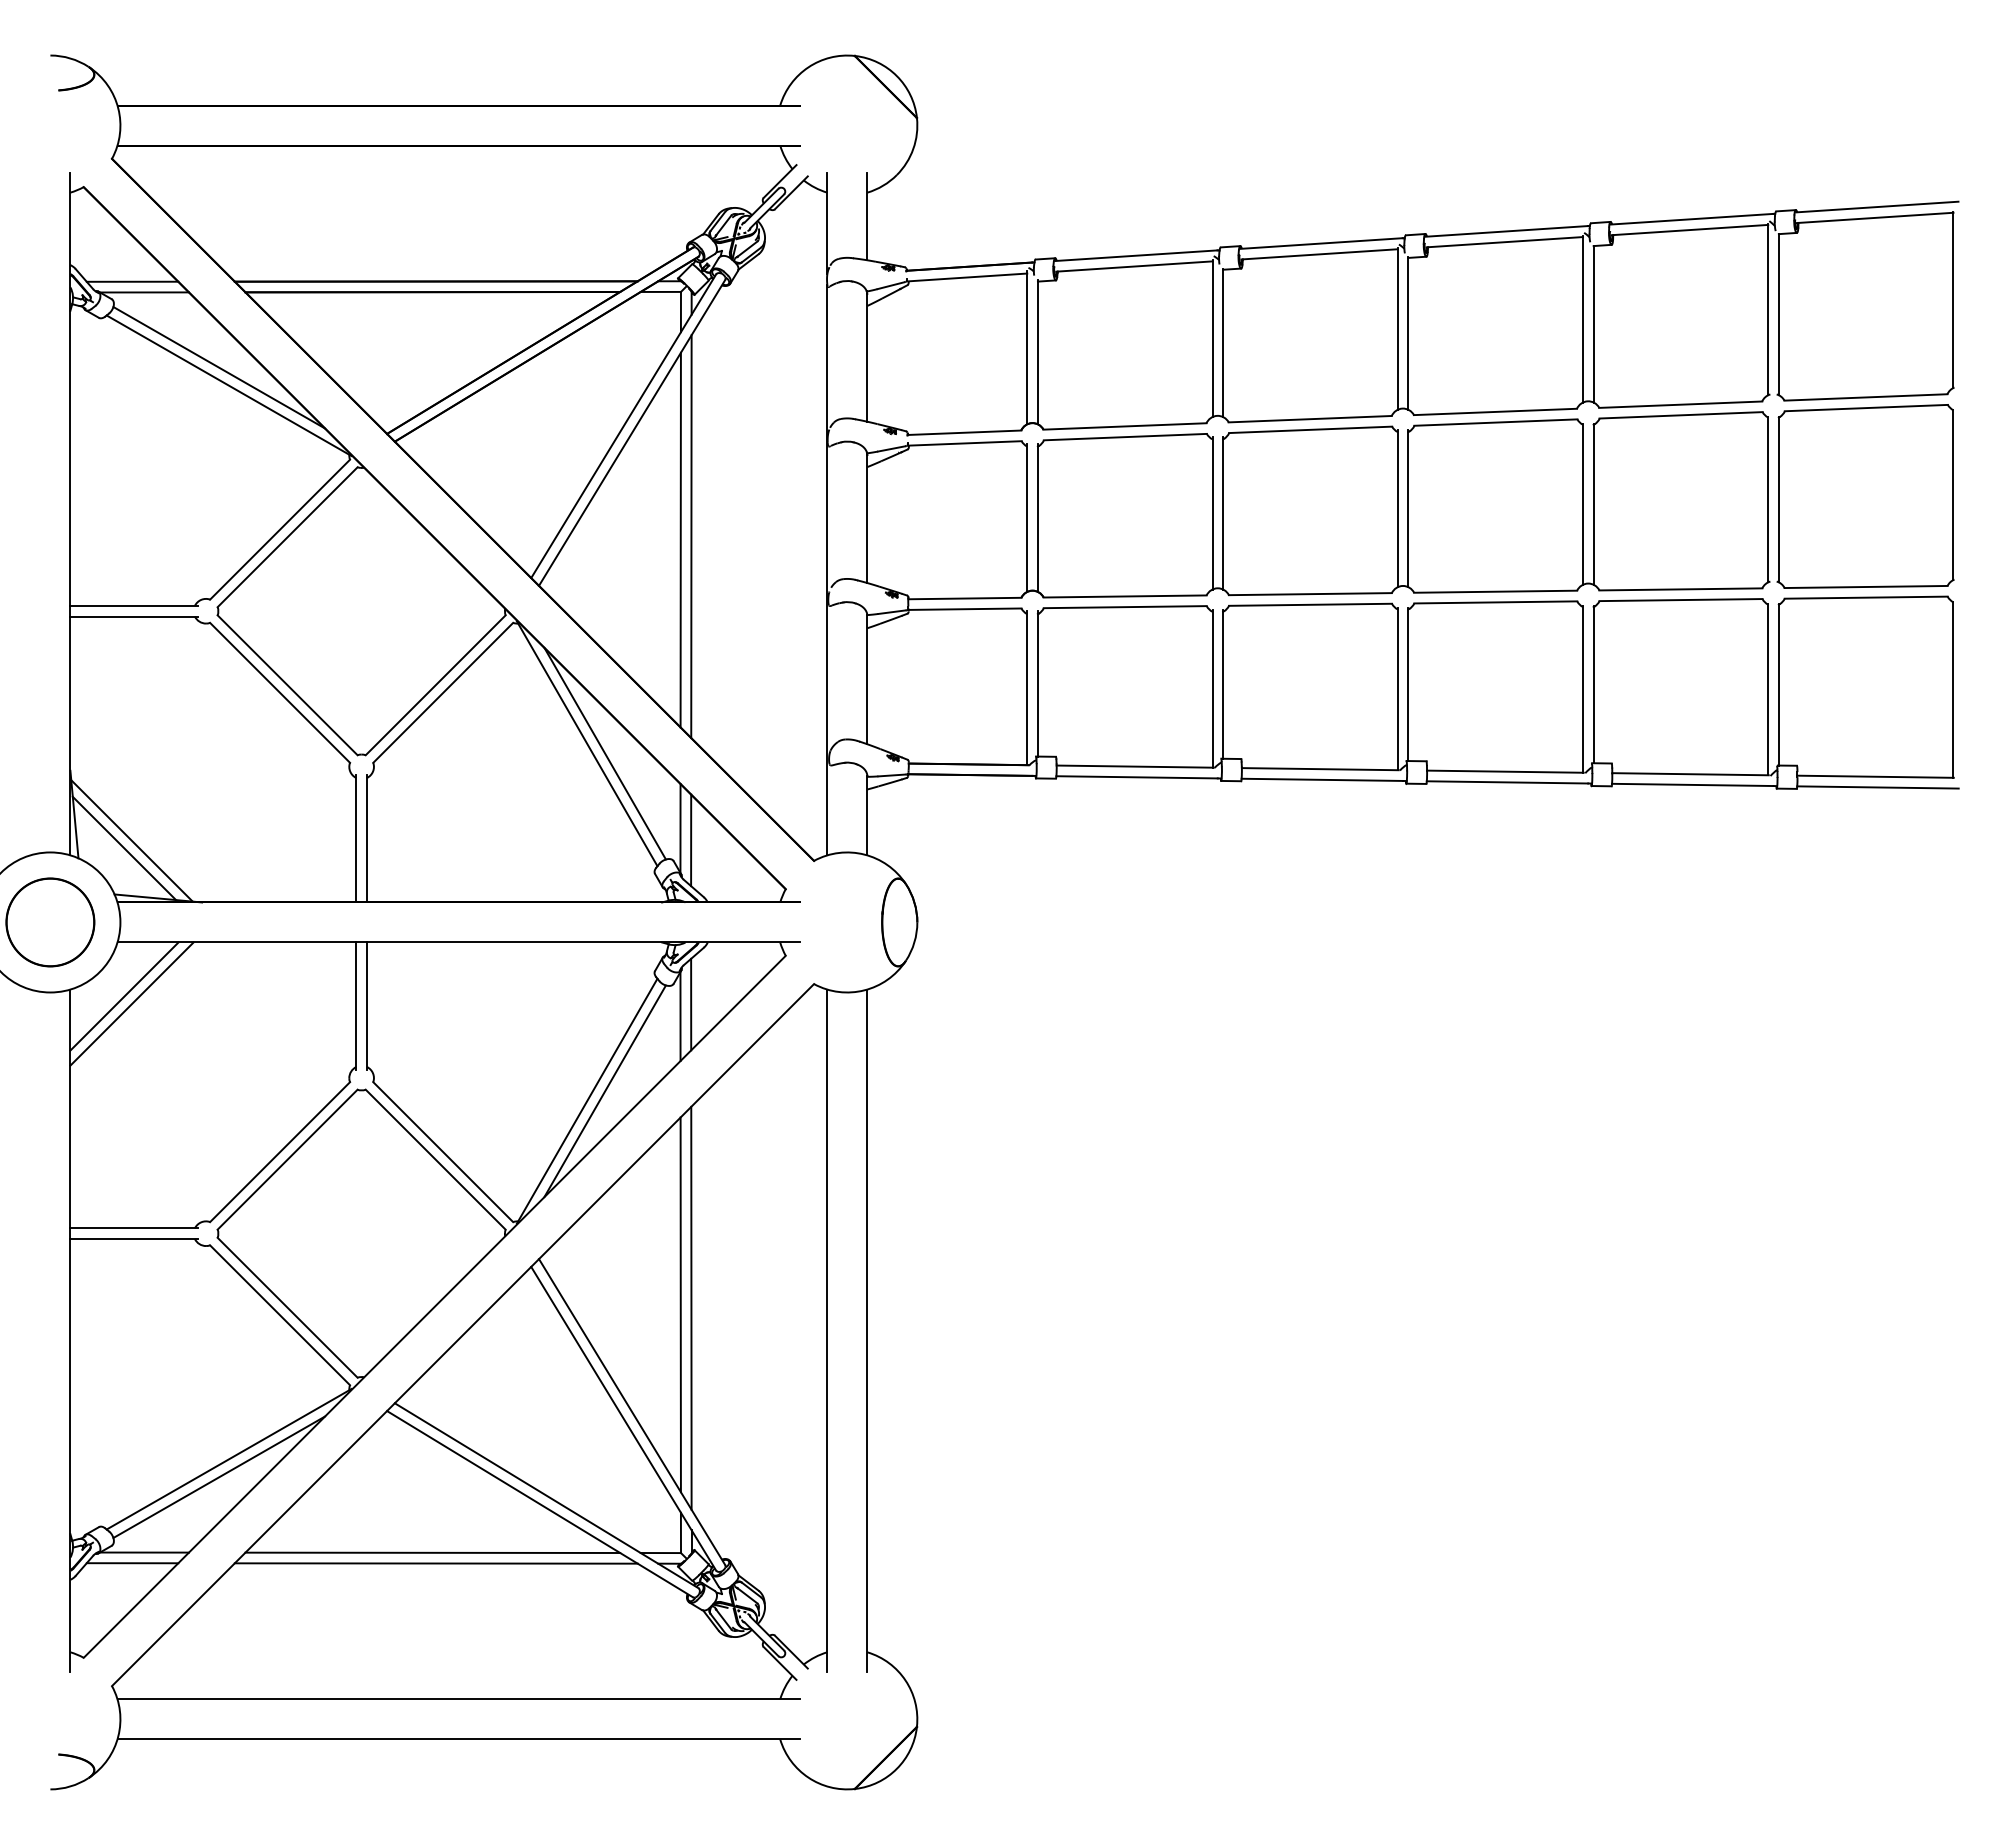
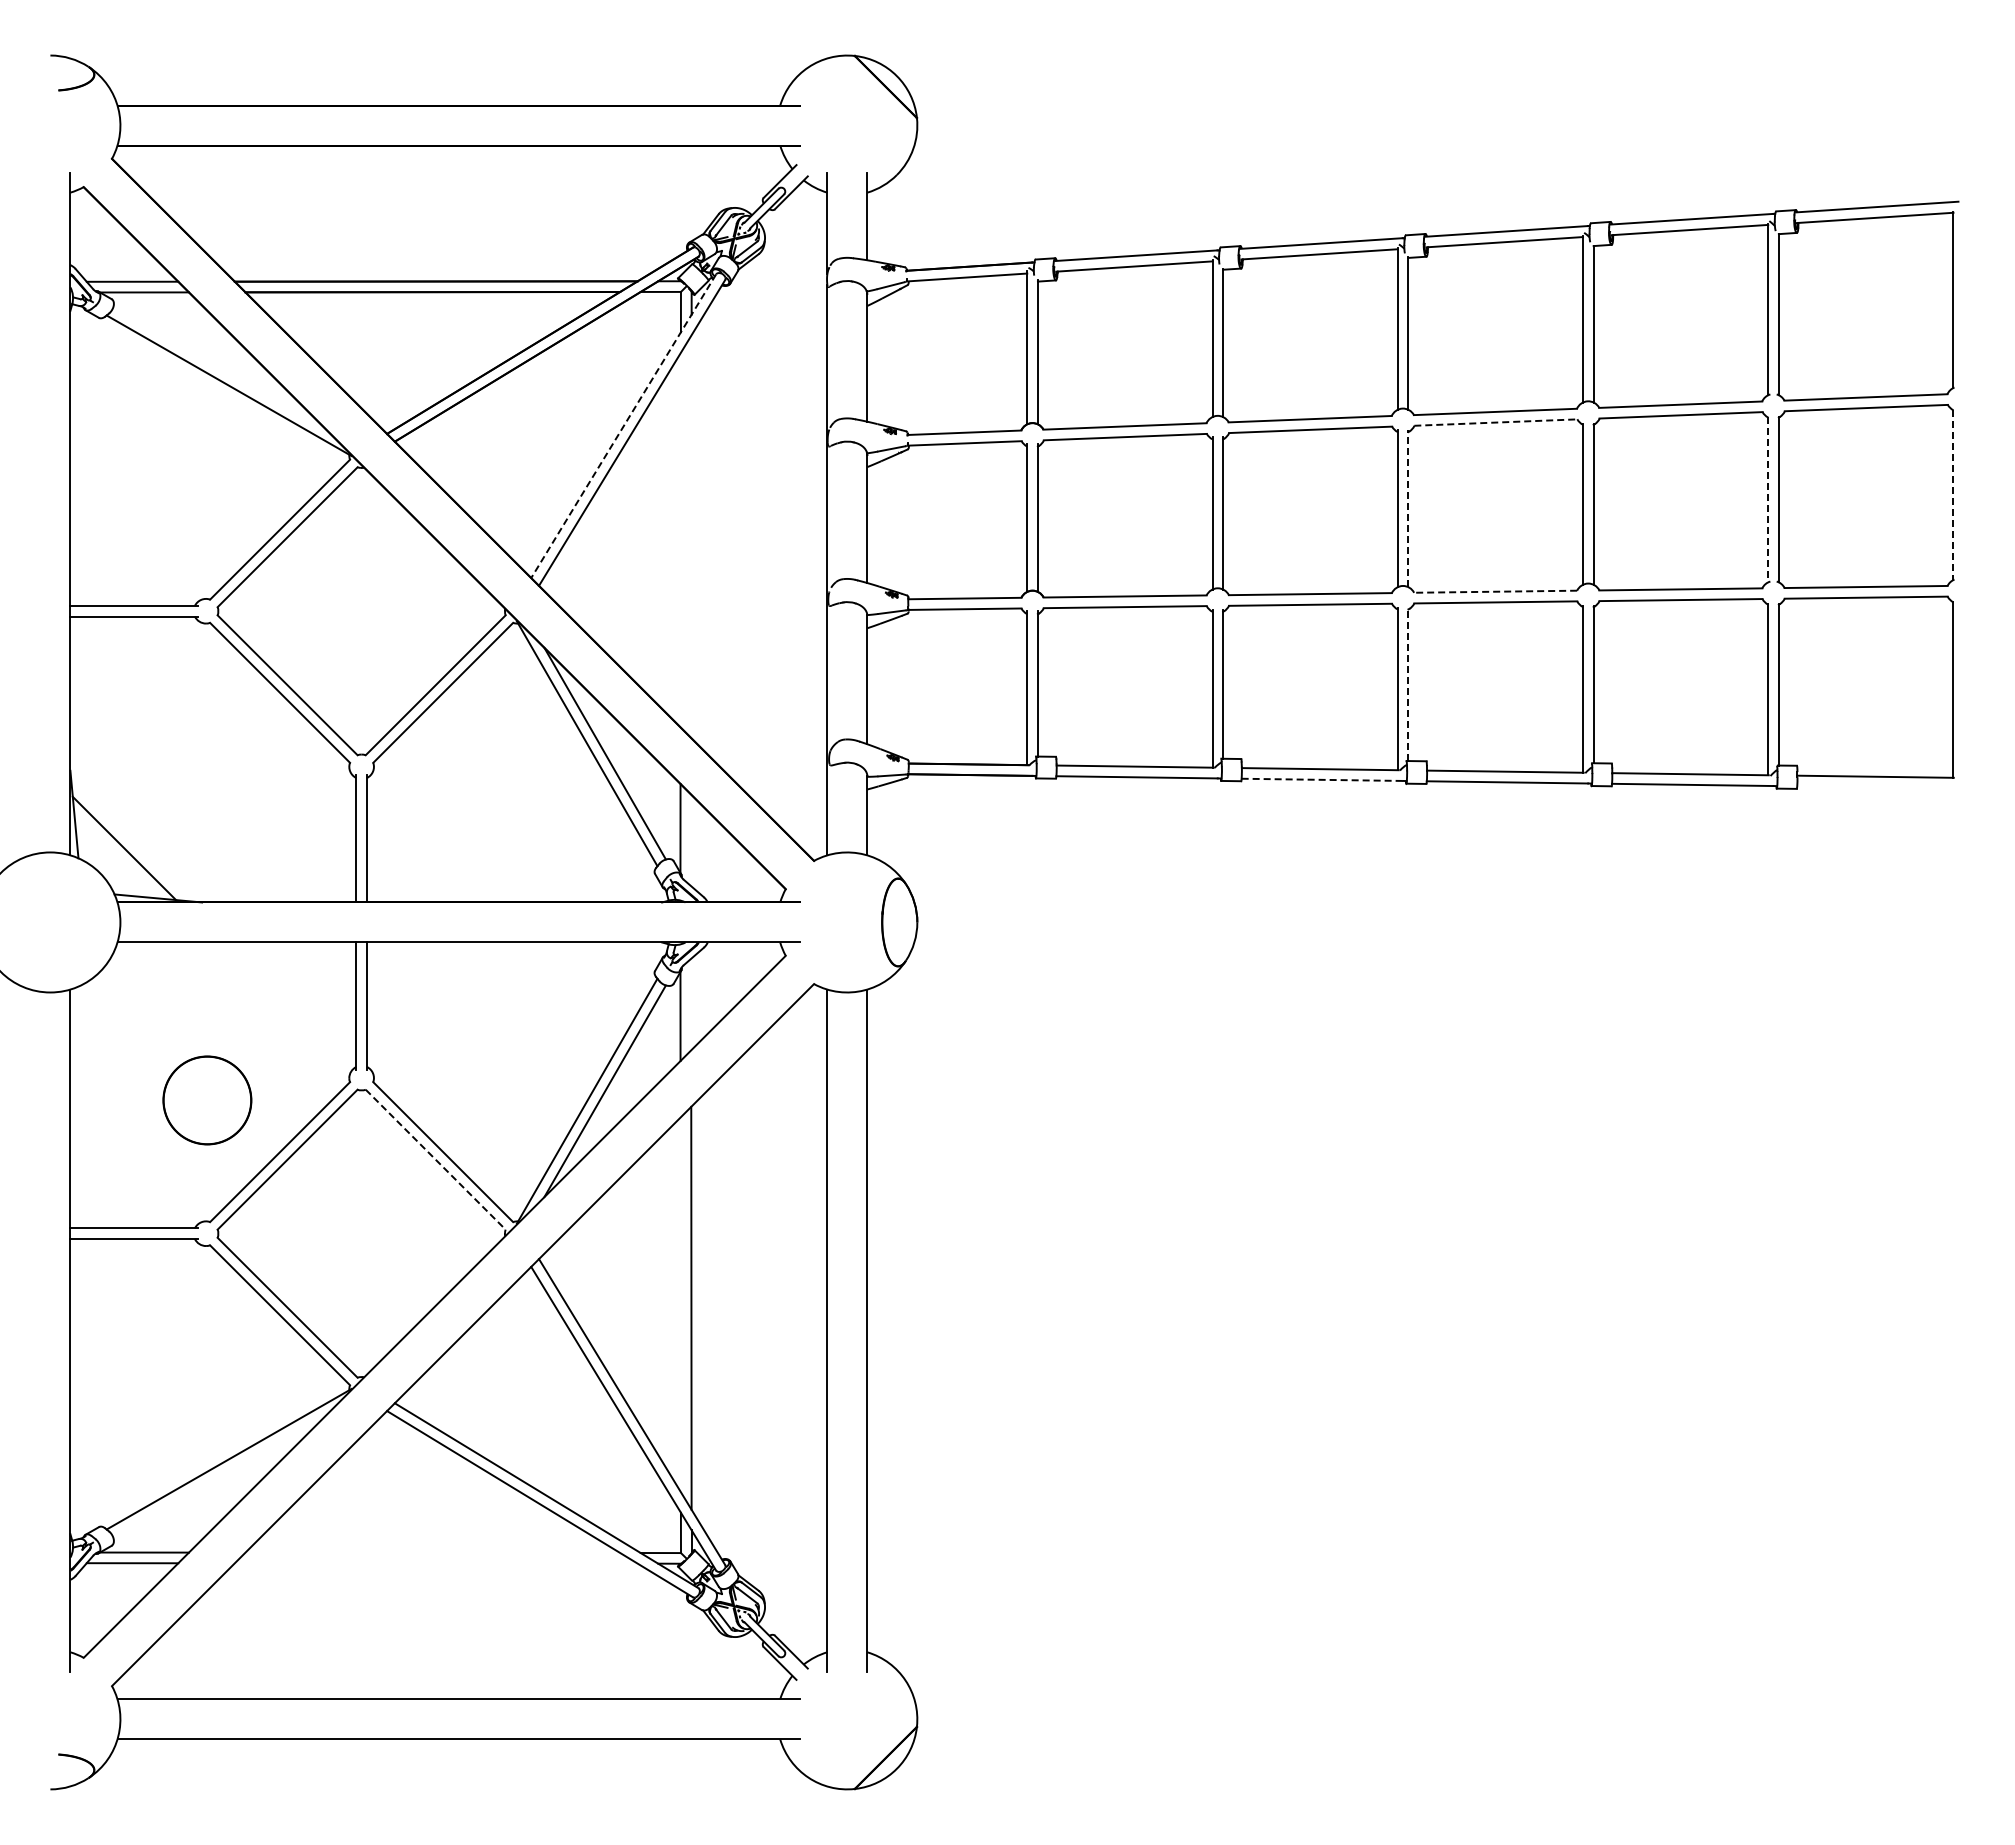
line at (219, 367): present -> none
line at (1495, 422): solid -> dashed
line at (623, 426): solid -> dashed
line at (1953, 495): solid -> dashed
line at (1768, 499): solid -> dashed
line at (1408, 508): solid -> dashed
line at (691, 536): present -> none
line at (680, 539): present -> none
line at (1495, 591): solid -> dashed
line at (1408, 684): solid -> dashed
line at (1322, 779): solid -> dashed
line at (1877, 787): present -> none
line at (131, 840): present -> none
line at (691, 840): present -> none
circle at (50, 922) position: (50, 922) -> (207, 1100)
line at (124, 996): present -> none
line at (131, 1003): present -> none
line at (691, 1004): present -> none
line at (435, 1159): solid -> dashed
line at (680, 1304): present -> none
line at (219, 1476): present -> none
line at (432, 1552): present -> none
line at (435, 1563): present -> none
